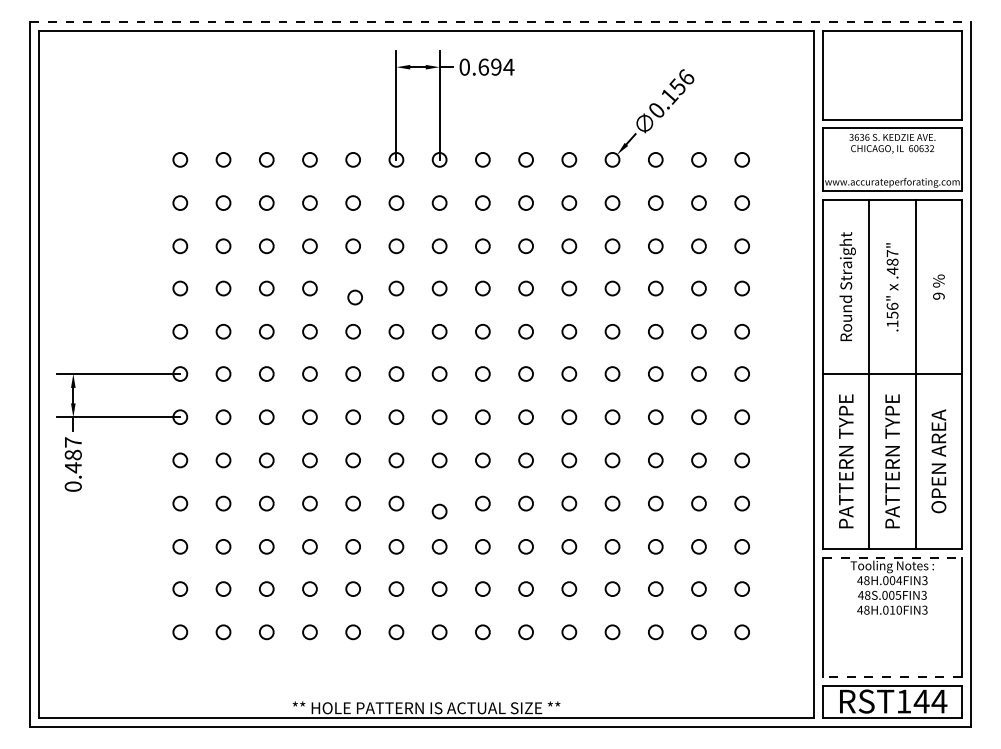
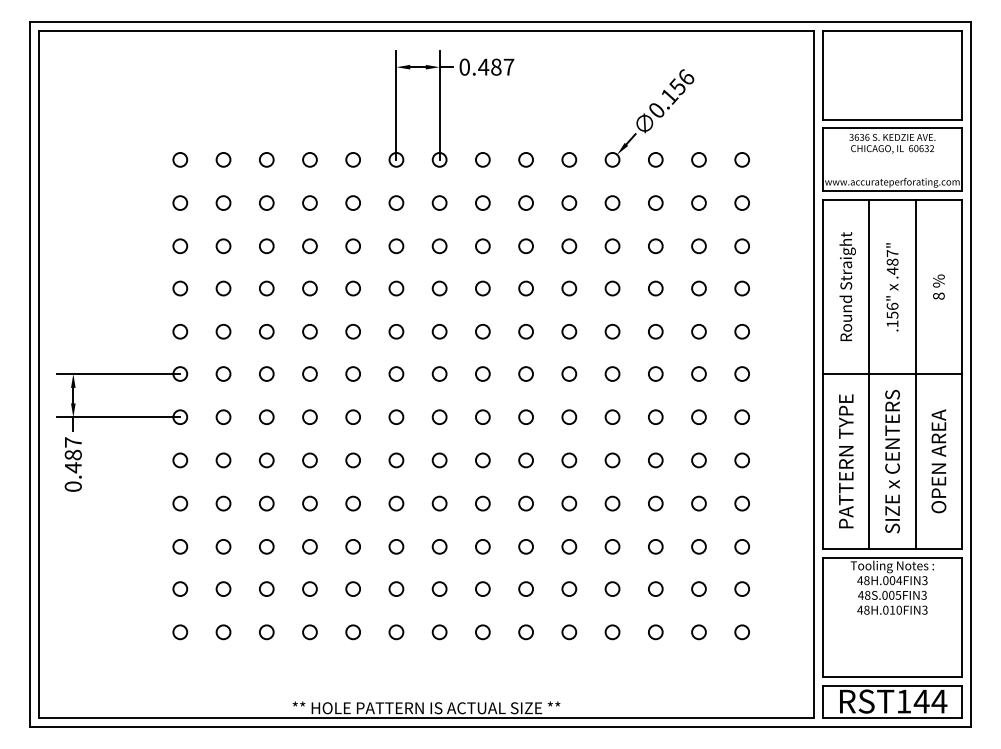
line at (500, 22): dashed -> solid
text at (496, 66): 0.694 -> 0.487
text at (938, 295): 9 -> 8
circle at (354, 297) position: (354, 297) -> (352, 288)
text at (892, 461): PATTERN TYPE -> SIZE x CENTERS
circle at (439, 511) position: (439, 511) -> (439, 503)
line at (893, 557): dashed -> solid
line at (892, 677): dashed -> solid
